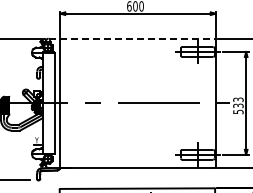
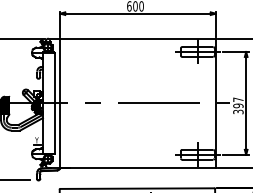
line at (132, 38): dashed -> solid
text at (238, 105): 533 -> 397
